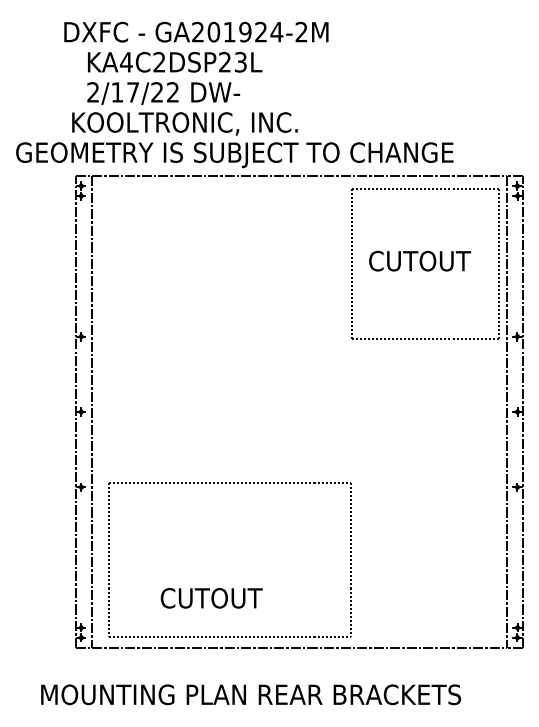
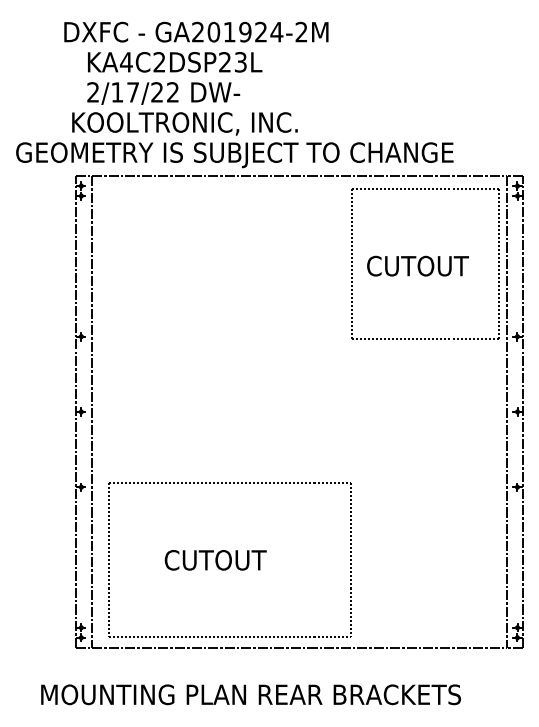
text at (419, 260) position: (419, 260) -> (417, 265)
text at (211, 598) position: (211, 598) -> (215, 560)
